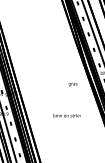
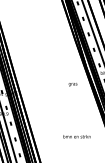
text at (66, 115) position: (66, 115) -> (76, 136)
